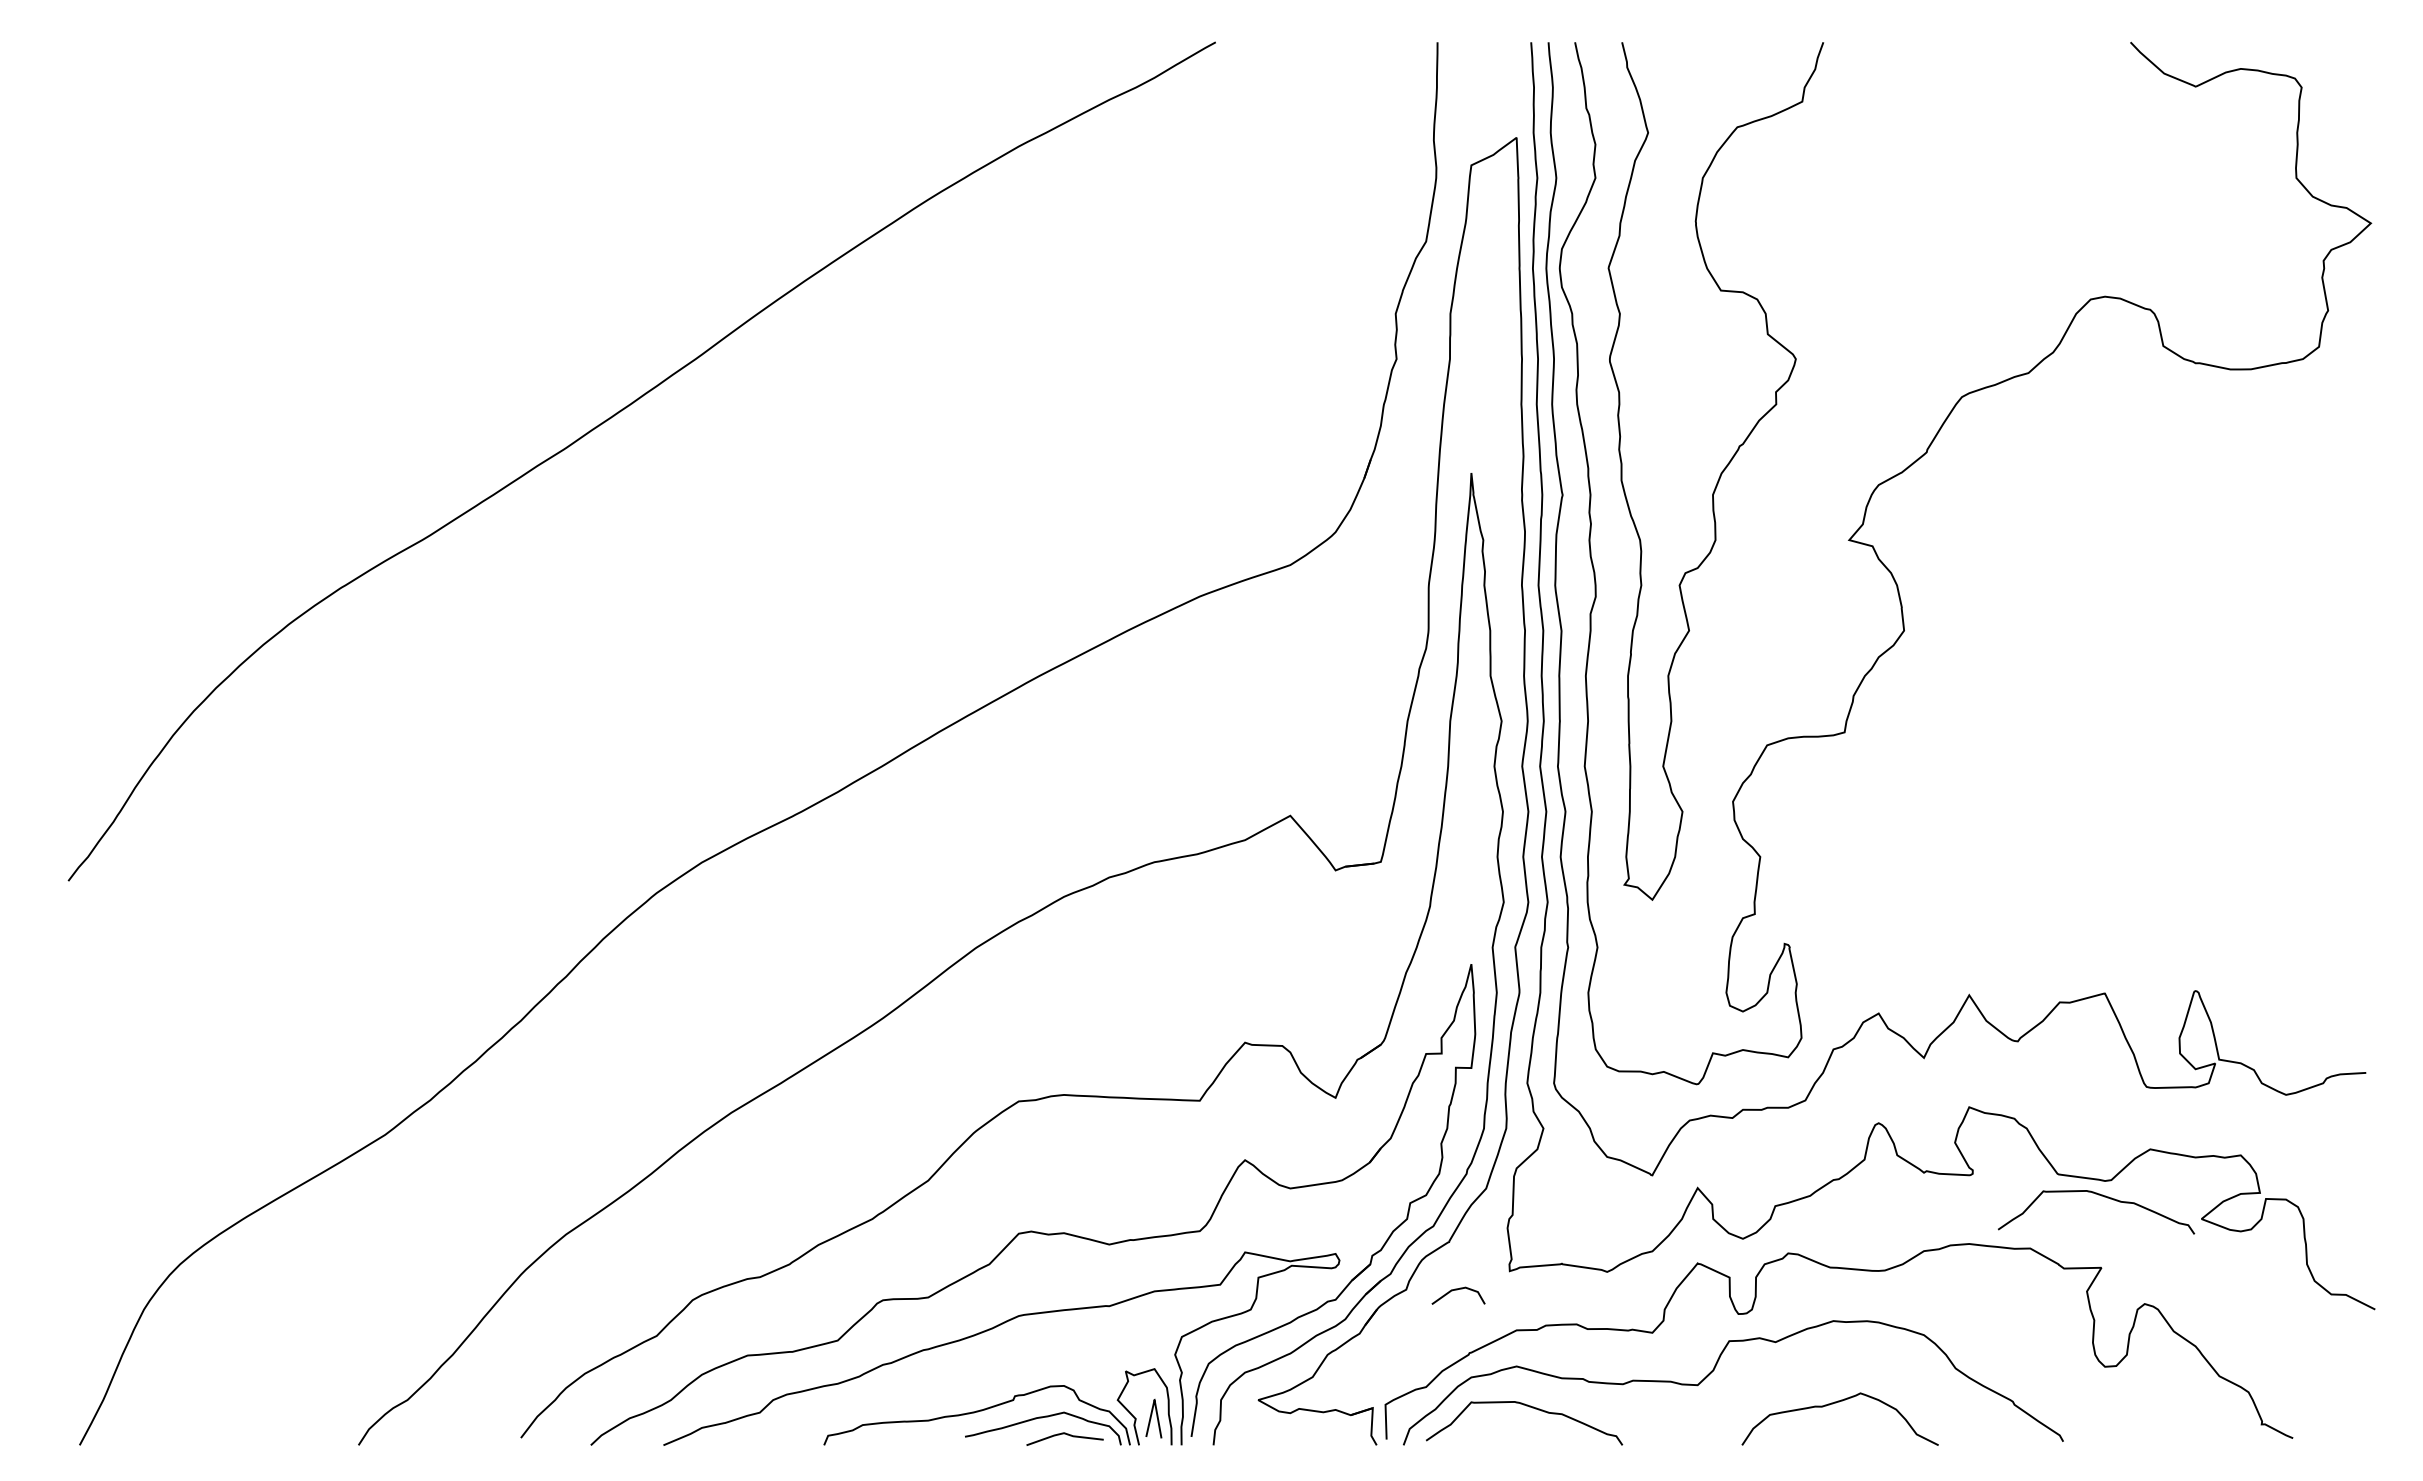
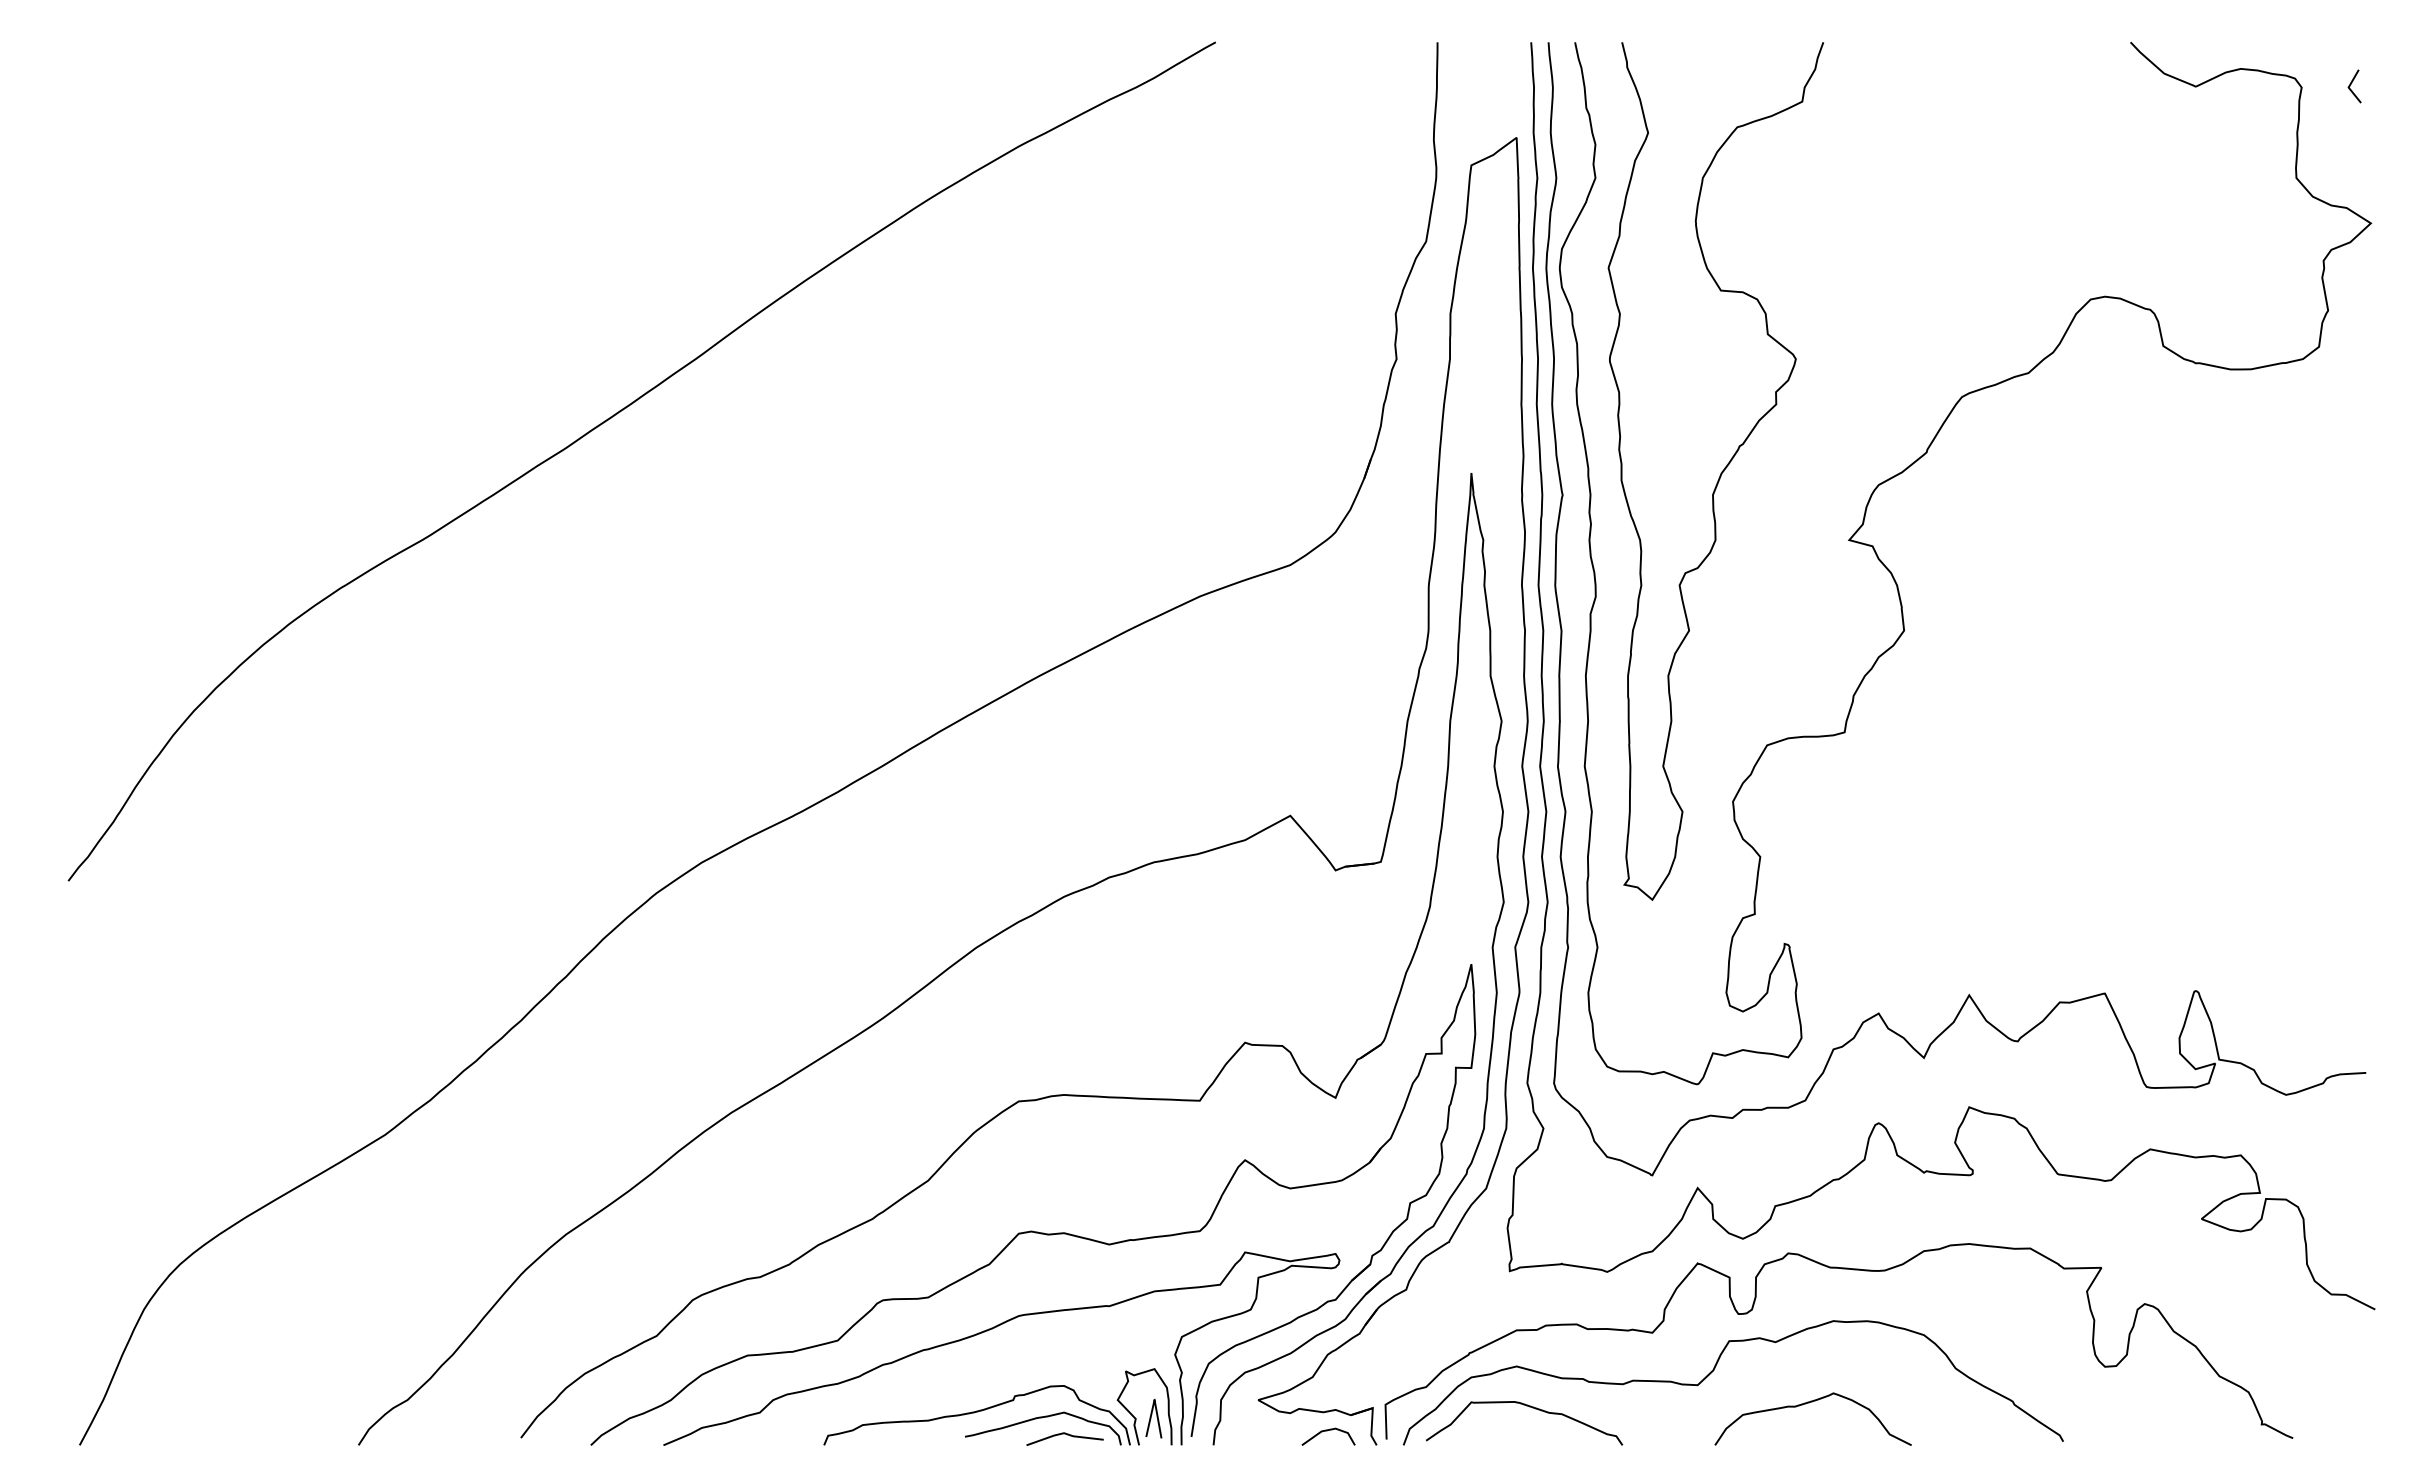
line at (2352, 83): none -> present
curve at (2101, 1196): present -> none
line at (1457, 1290) position: (1457, 1290) -> (1327, 1431)
curve at (1836, 1403) position: (1836, 1403) -> (1809, 1403)
